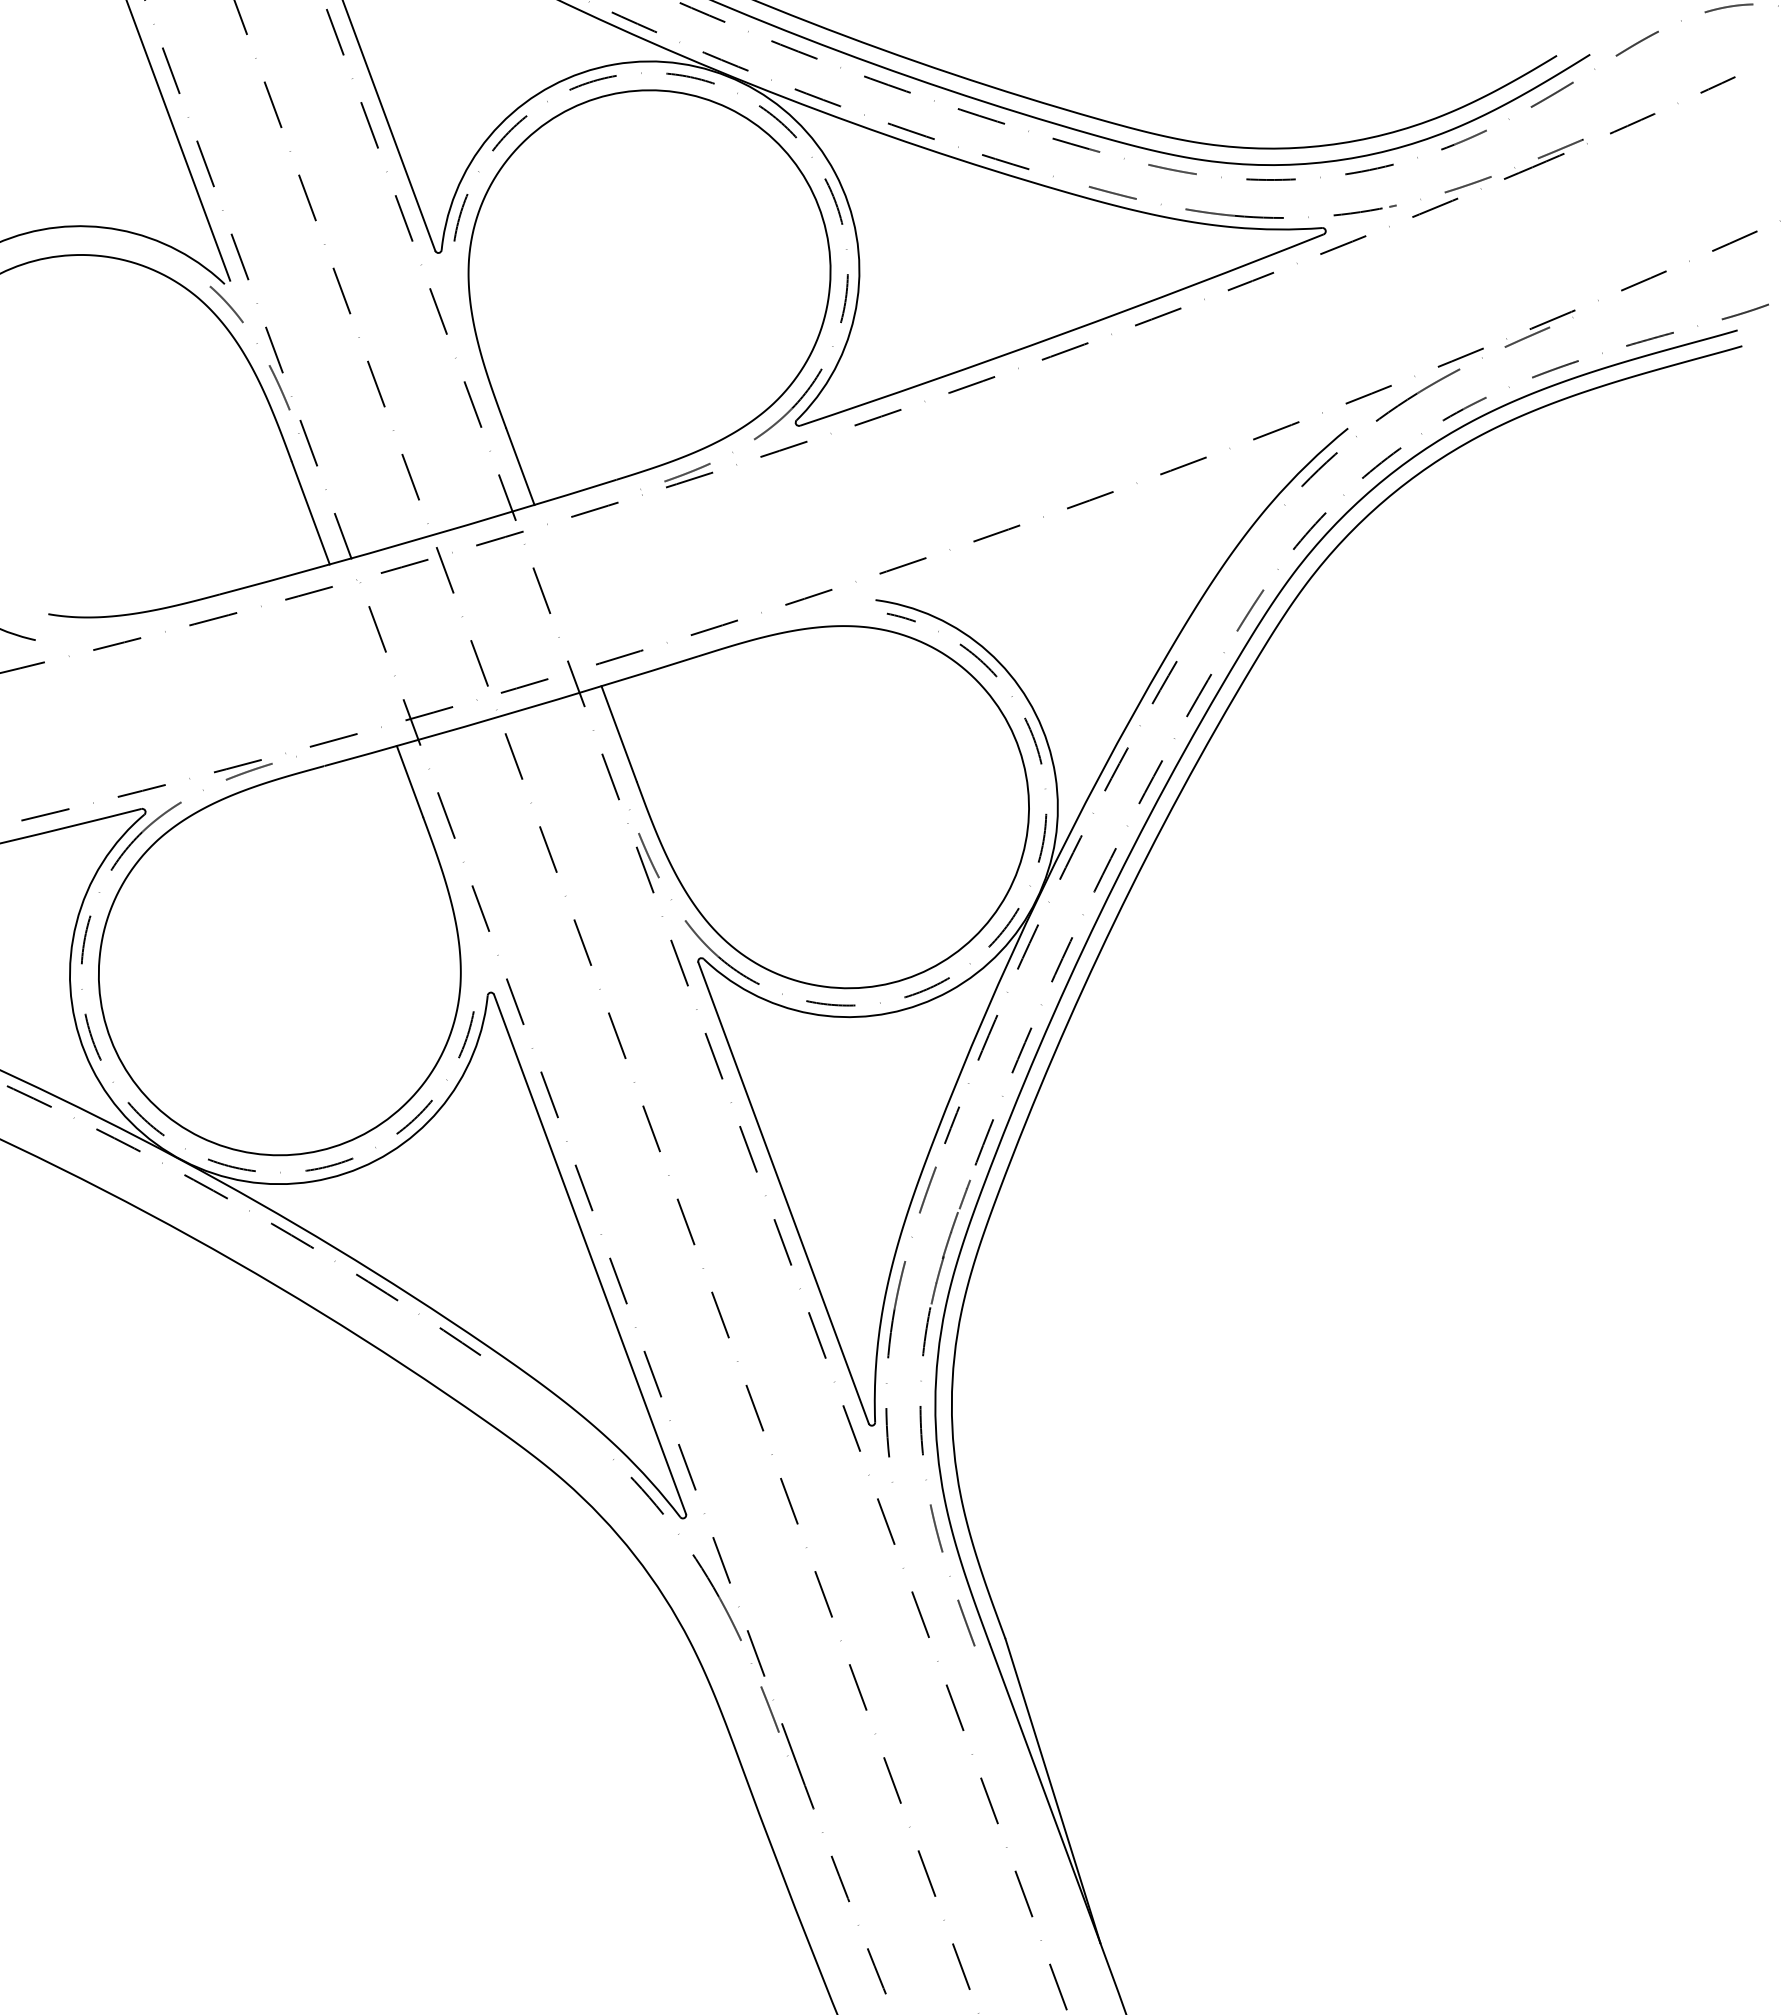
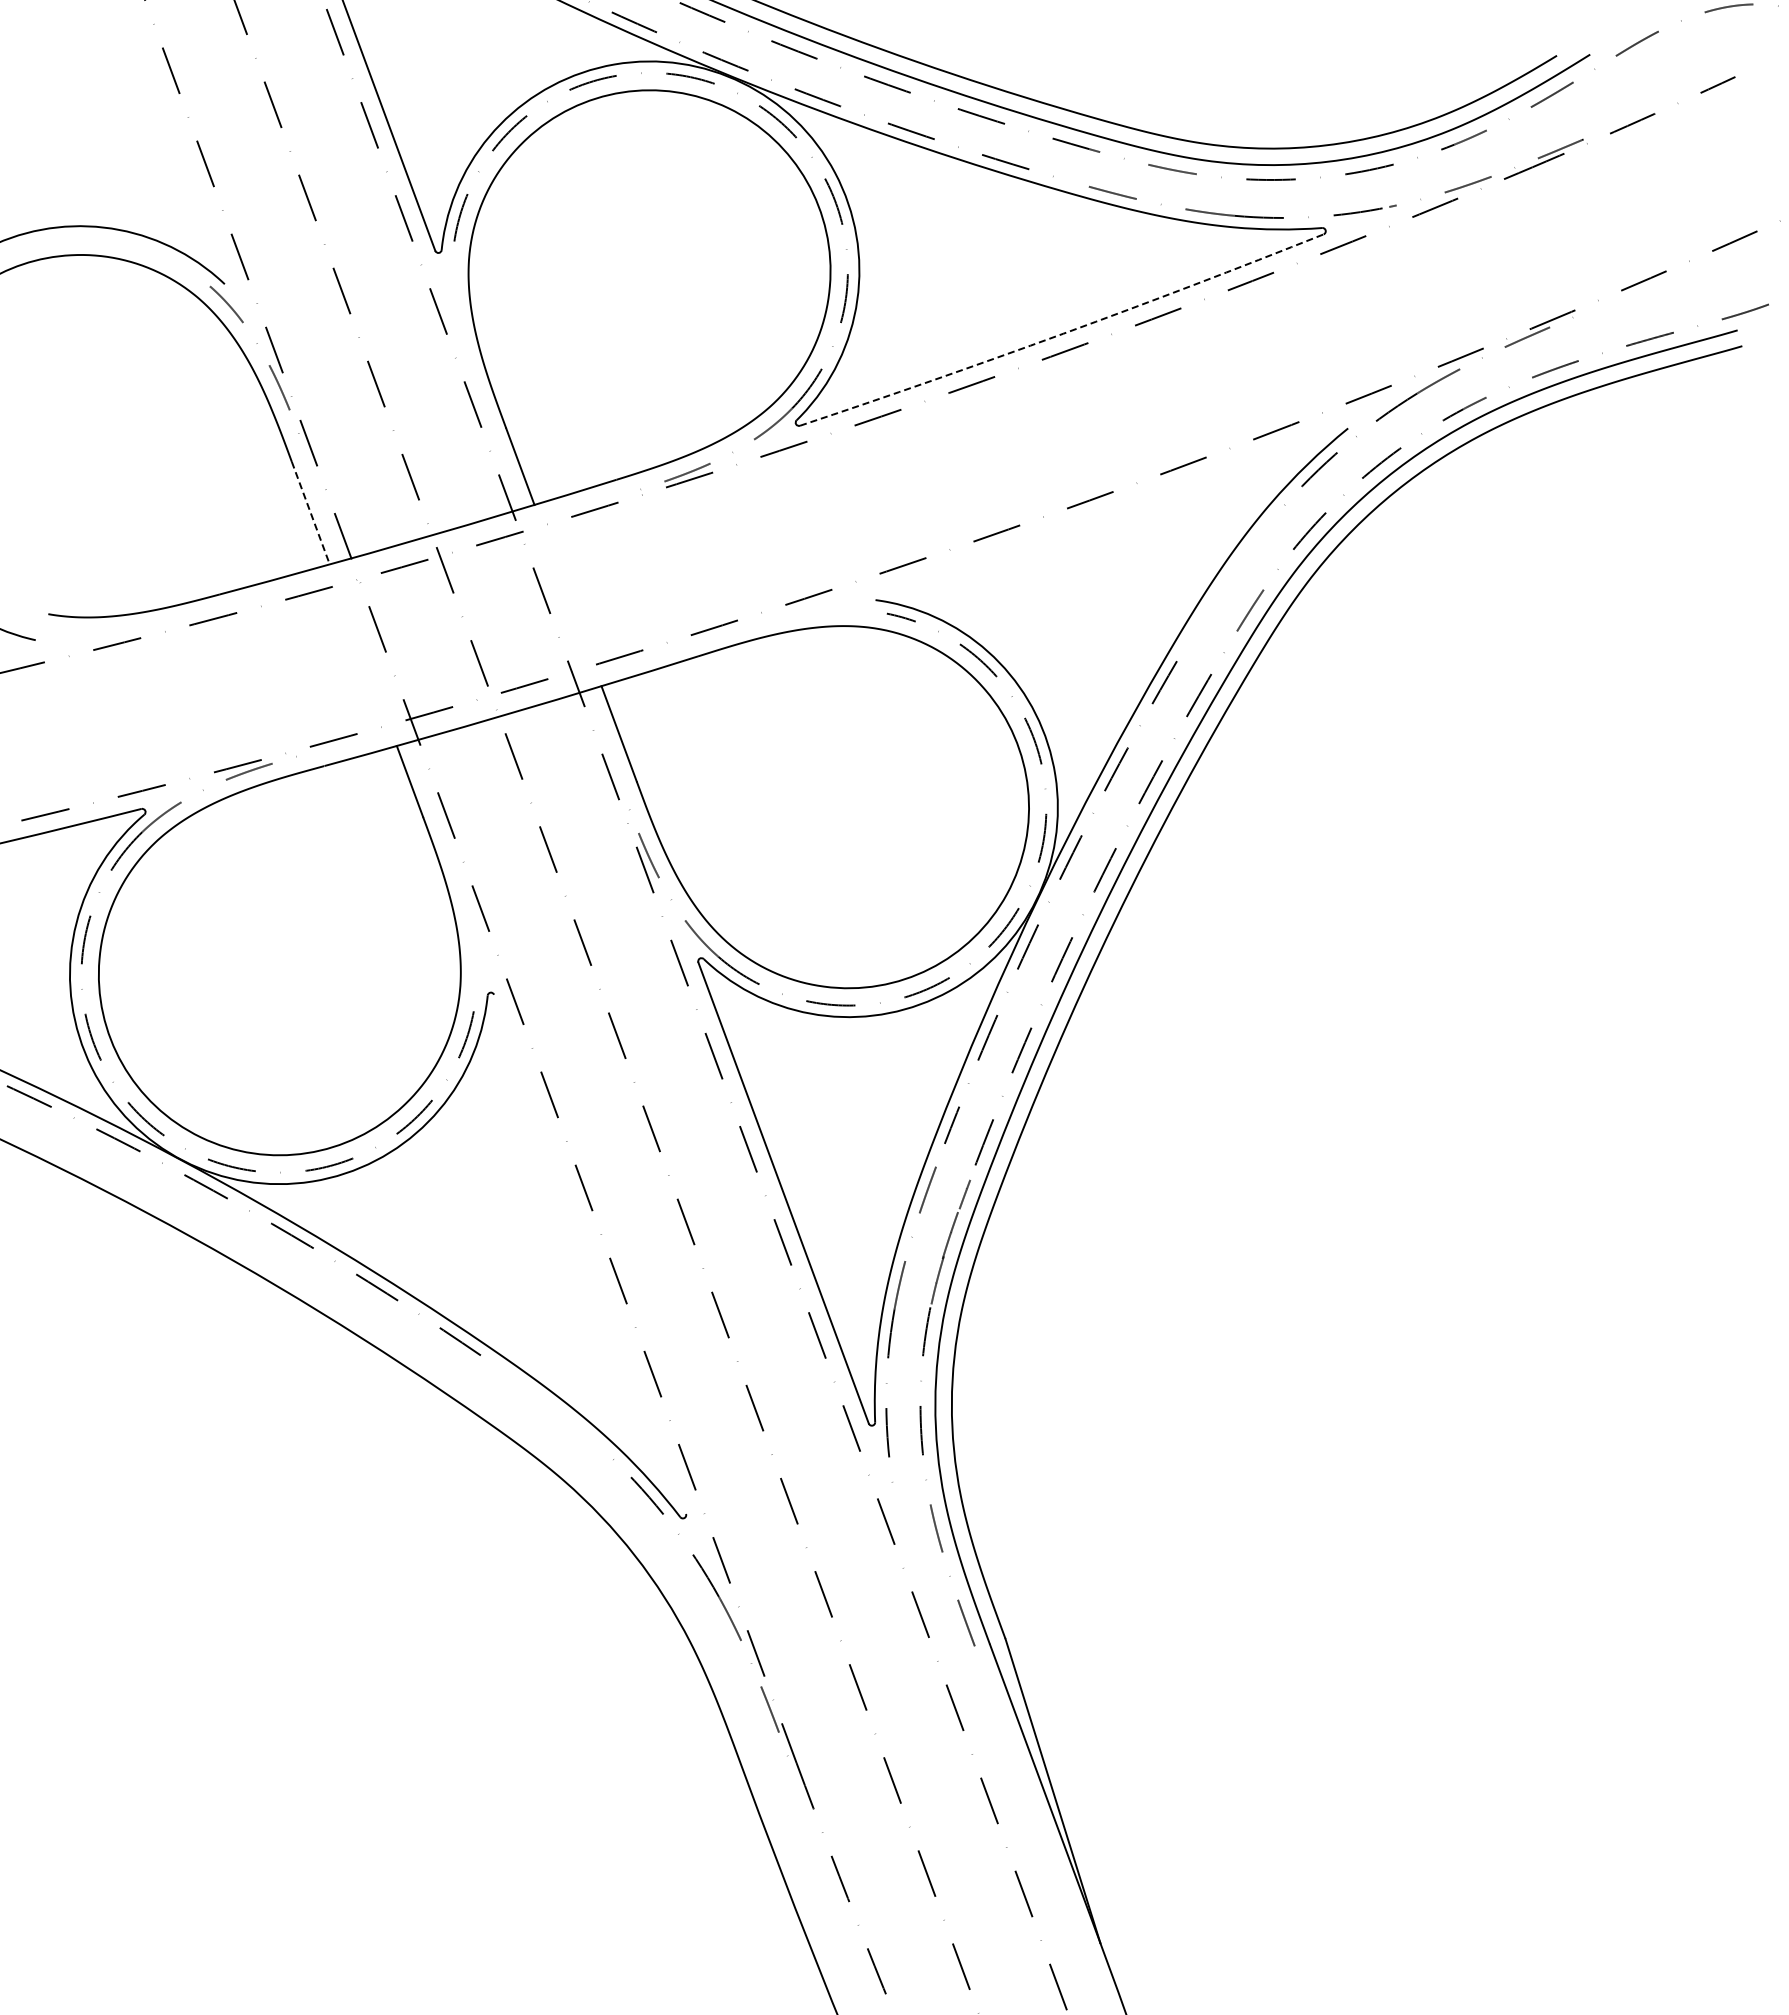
line at (178, 141): present -> none
arc at (1063, 333): solid -> dashed
line at (310, 513): solid -> dashed
line at (590, 1254): present -> none
